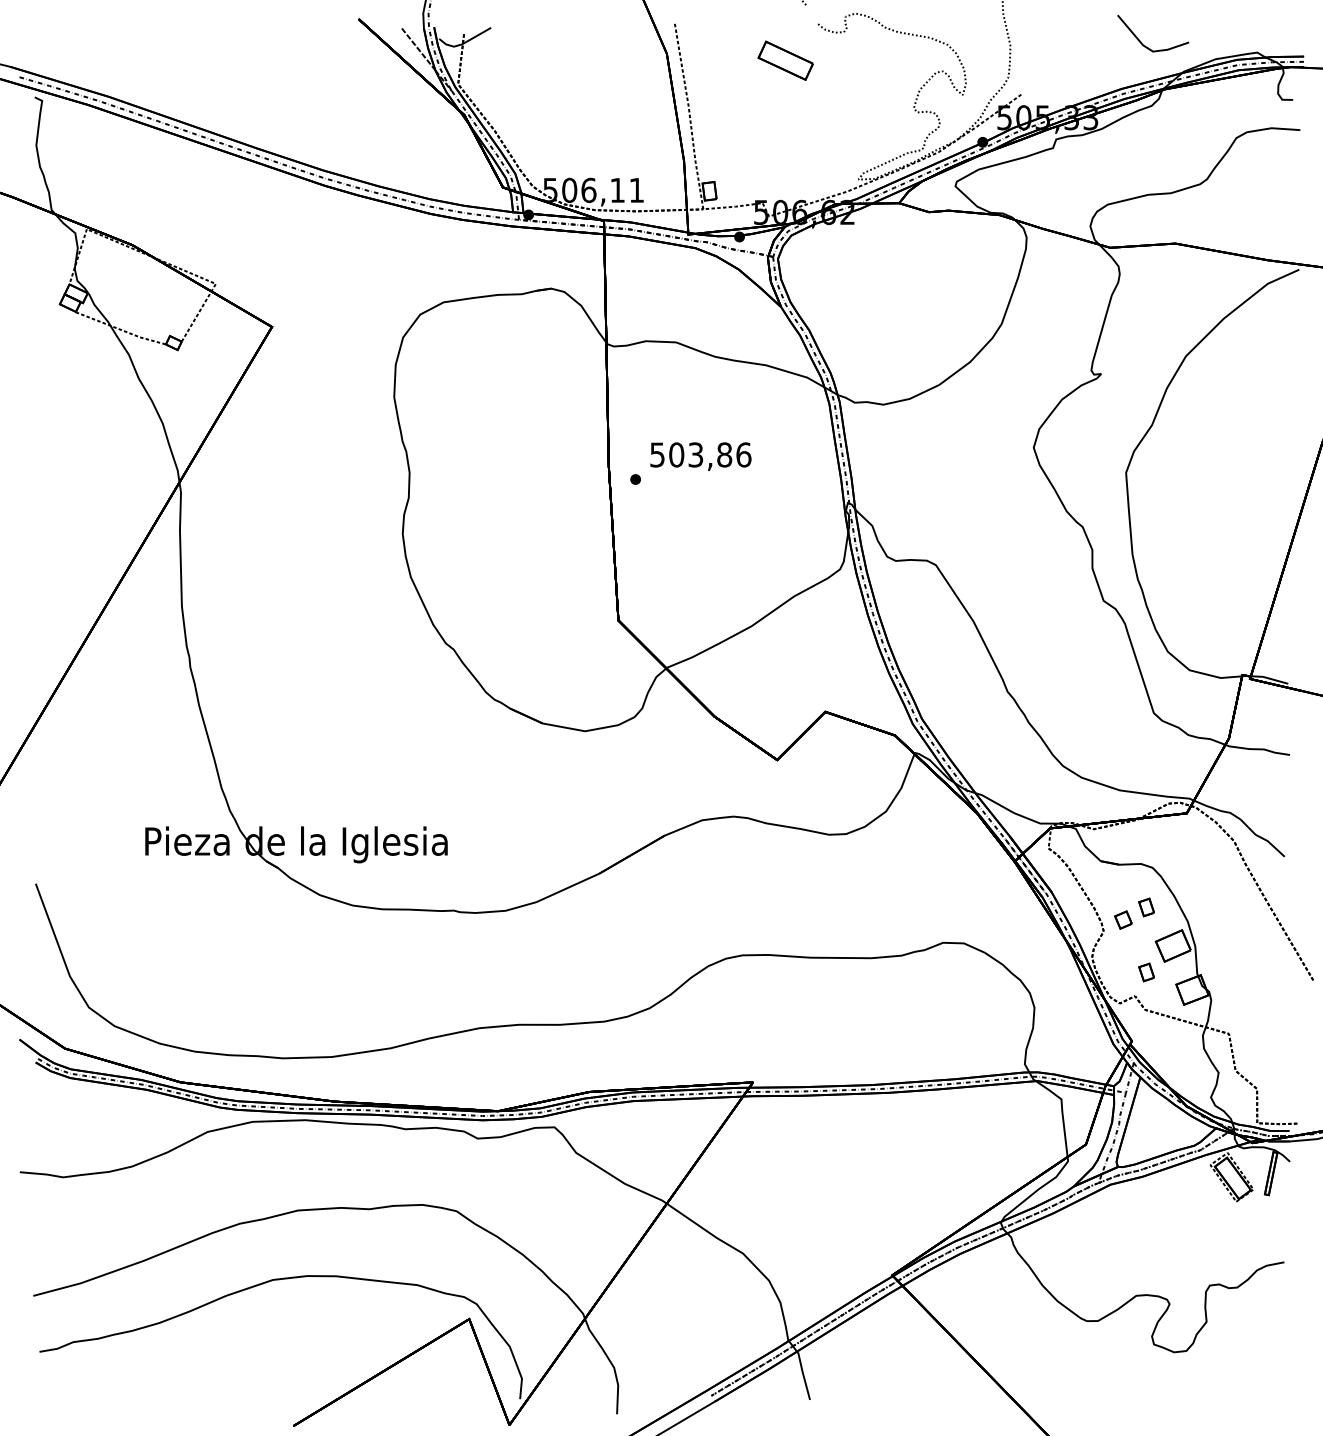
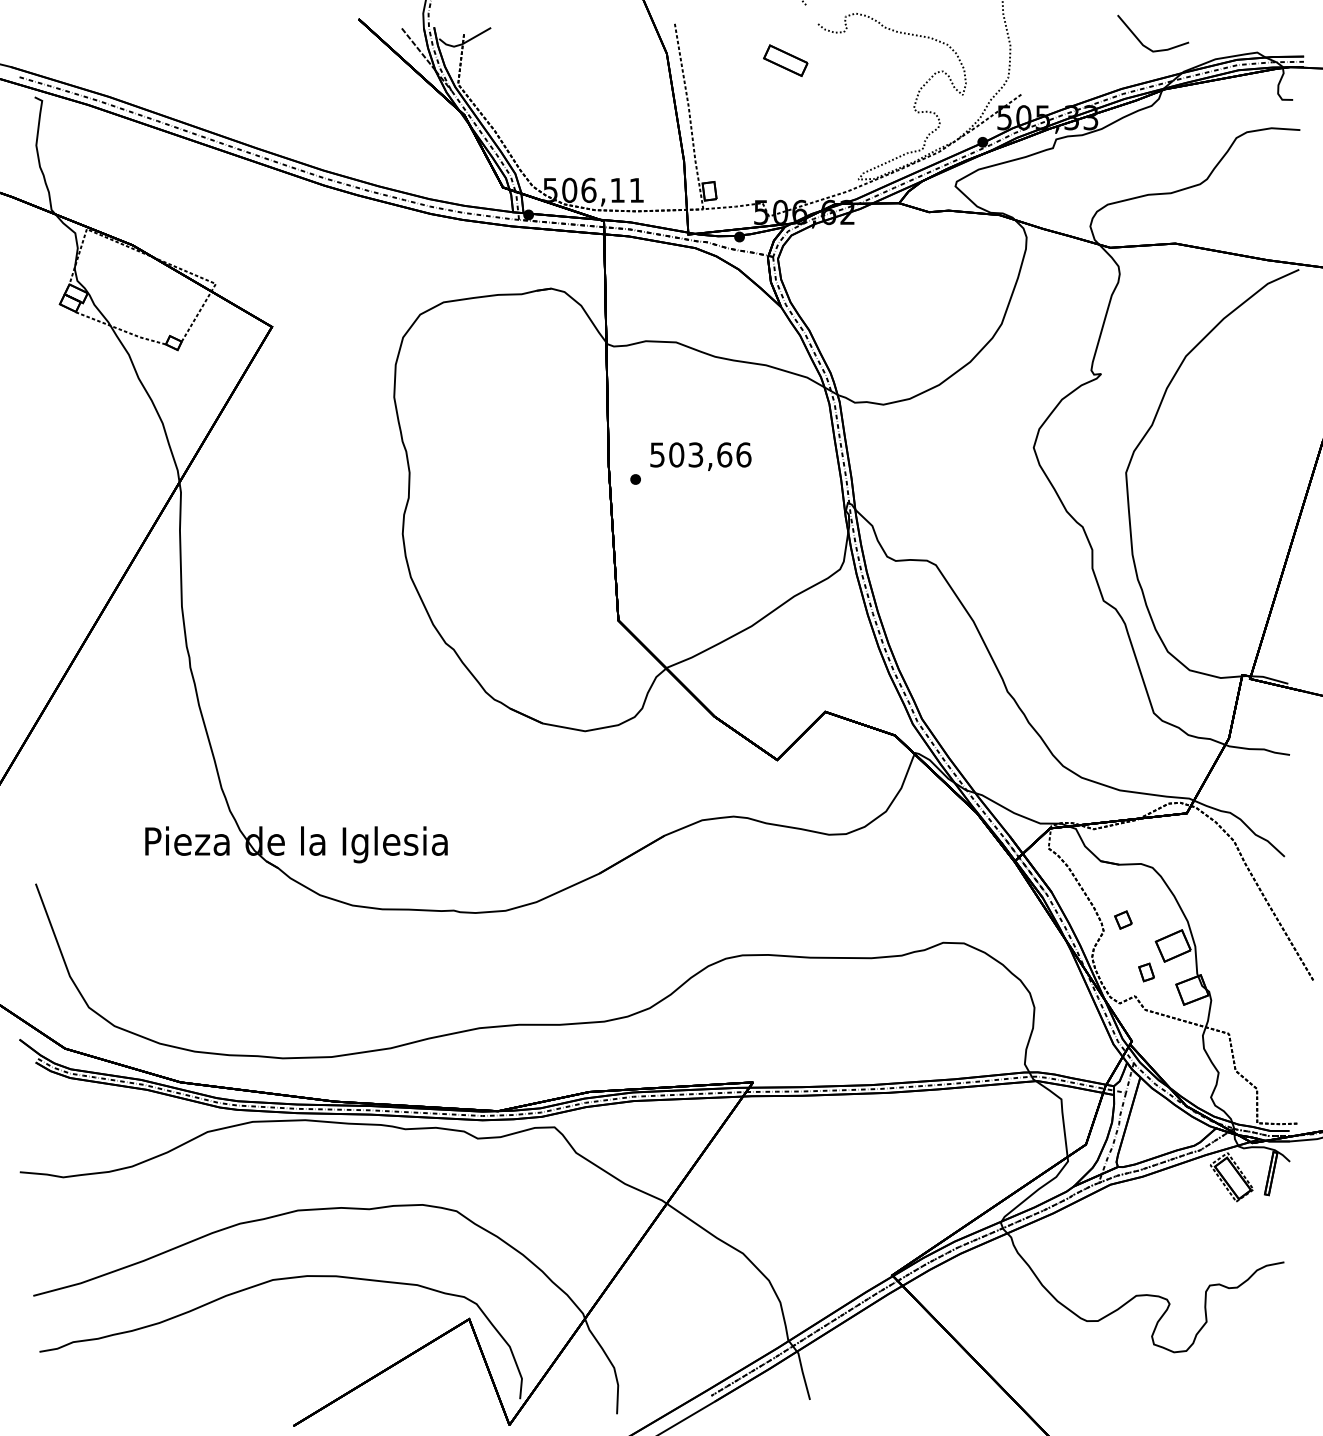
part at (785, 60) size: 57x41 px -> 46x33 px
text at (724, 454): 503,86 -> 503,66
part at (1146, 907): present -> none
